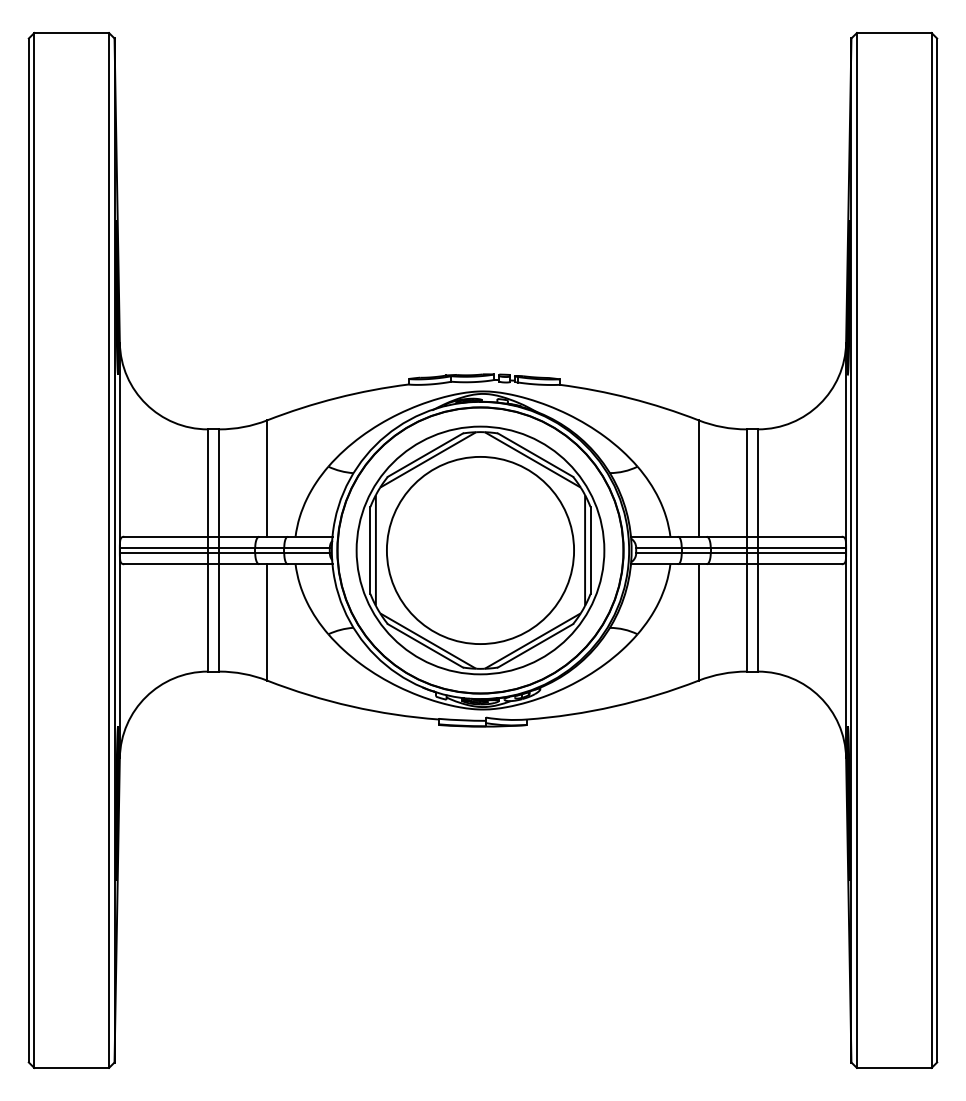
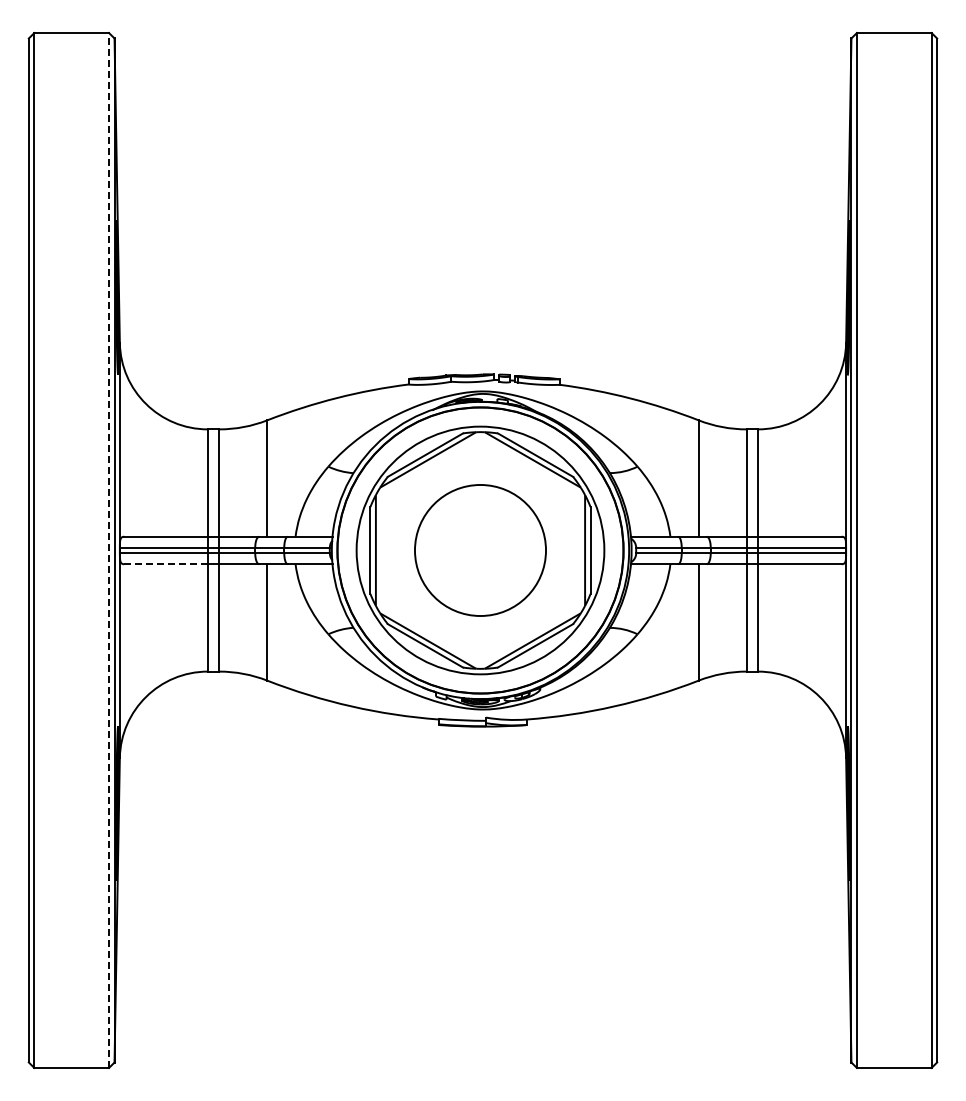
line at (109, 550): solid -> dashed
circle at (480, 550) diameter: 187 px -> 131 px
line at (166, 564): solid -> dashed
